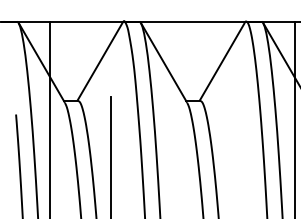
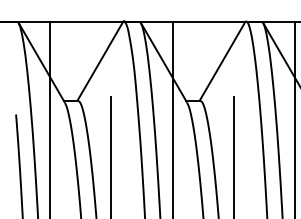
line at (172, 118): none -> present
line at (233, 155): none -> present
